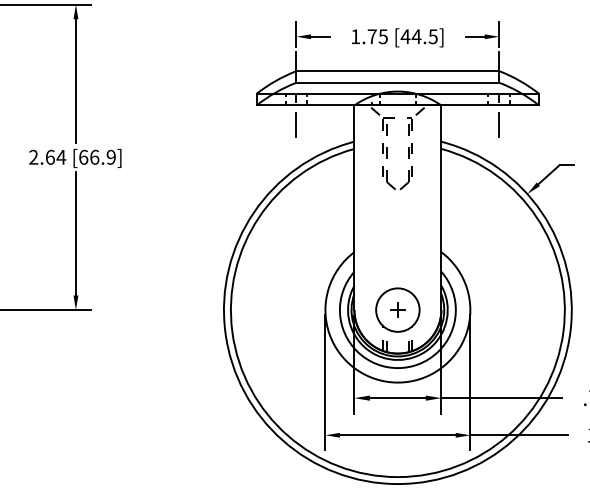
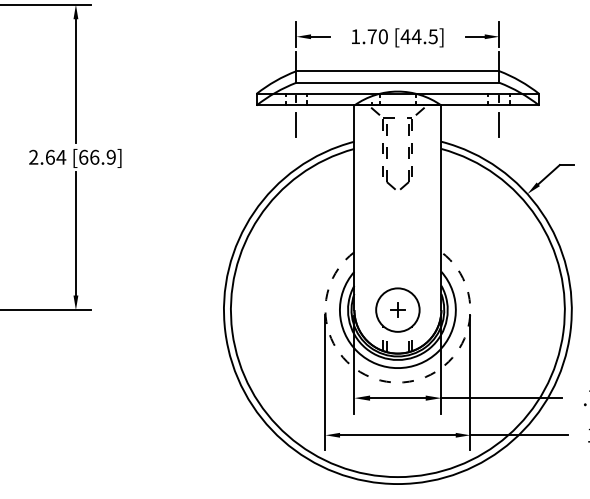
text at (382, 36): 1.75 -> 1.70
arc at (397, 382): solid -> dashed
